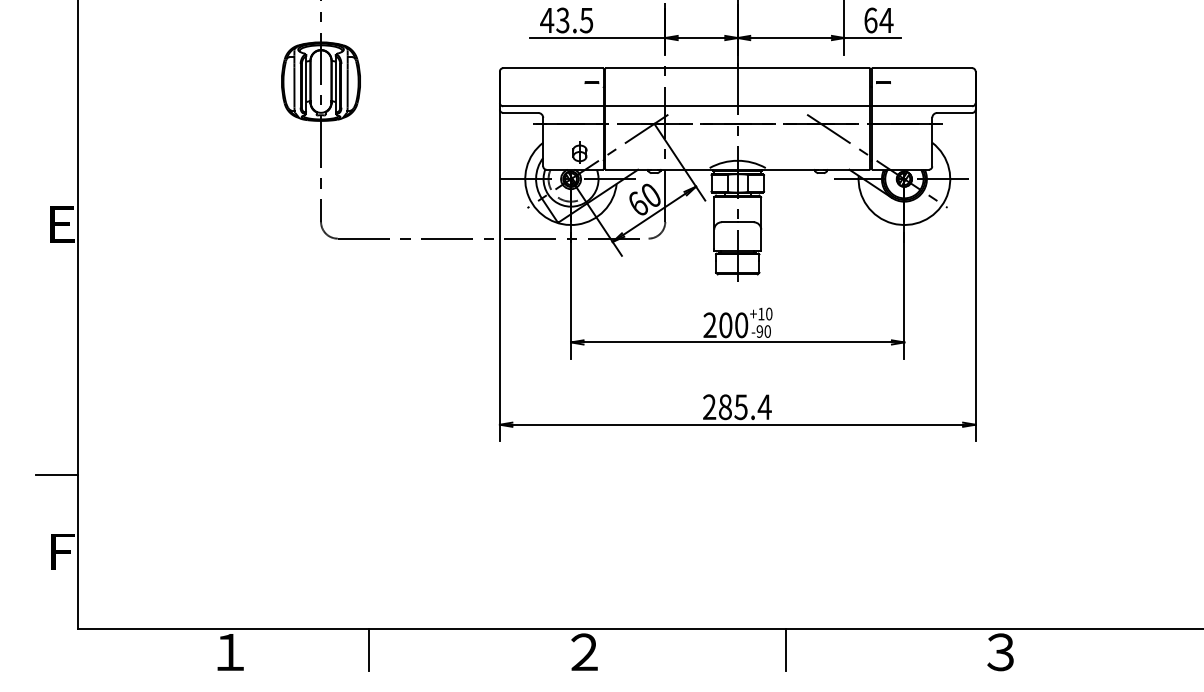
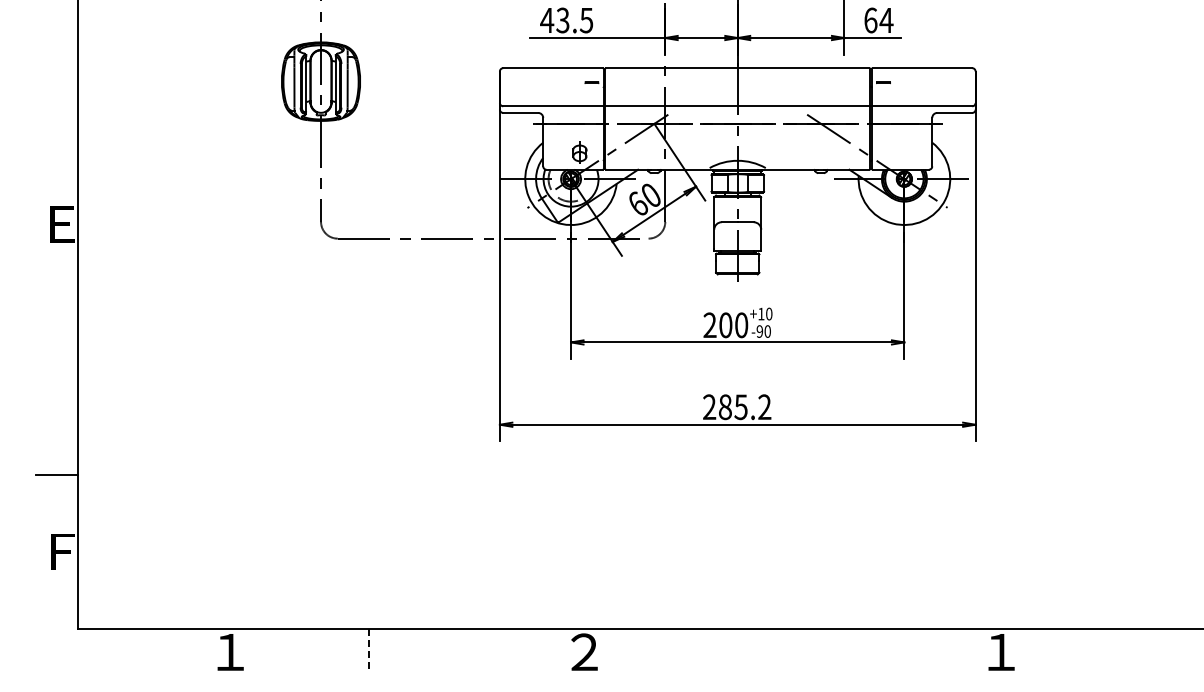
text at (764, 406): 285.4 -> 285.2
line at (369, 649): solid -> dashed
line at (786, 649): present -> none
text at (1000, 652): ３ -> １
